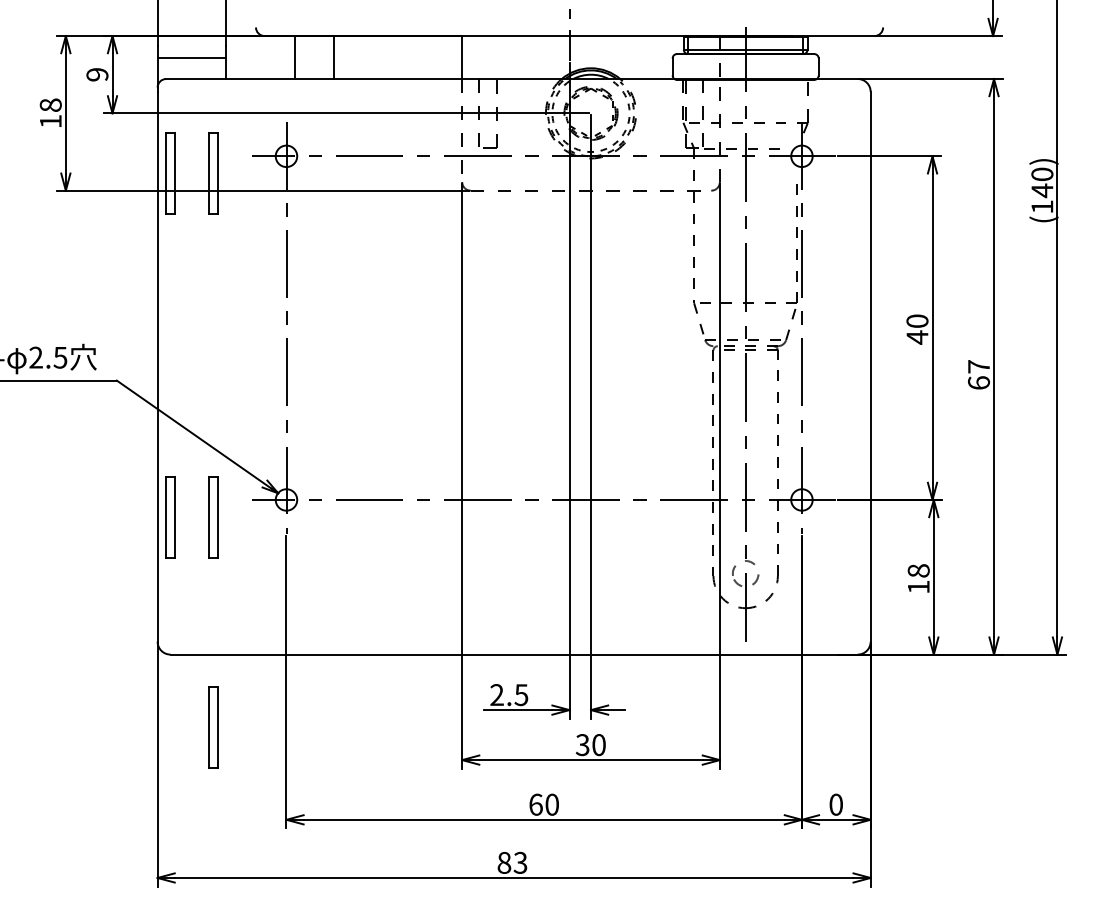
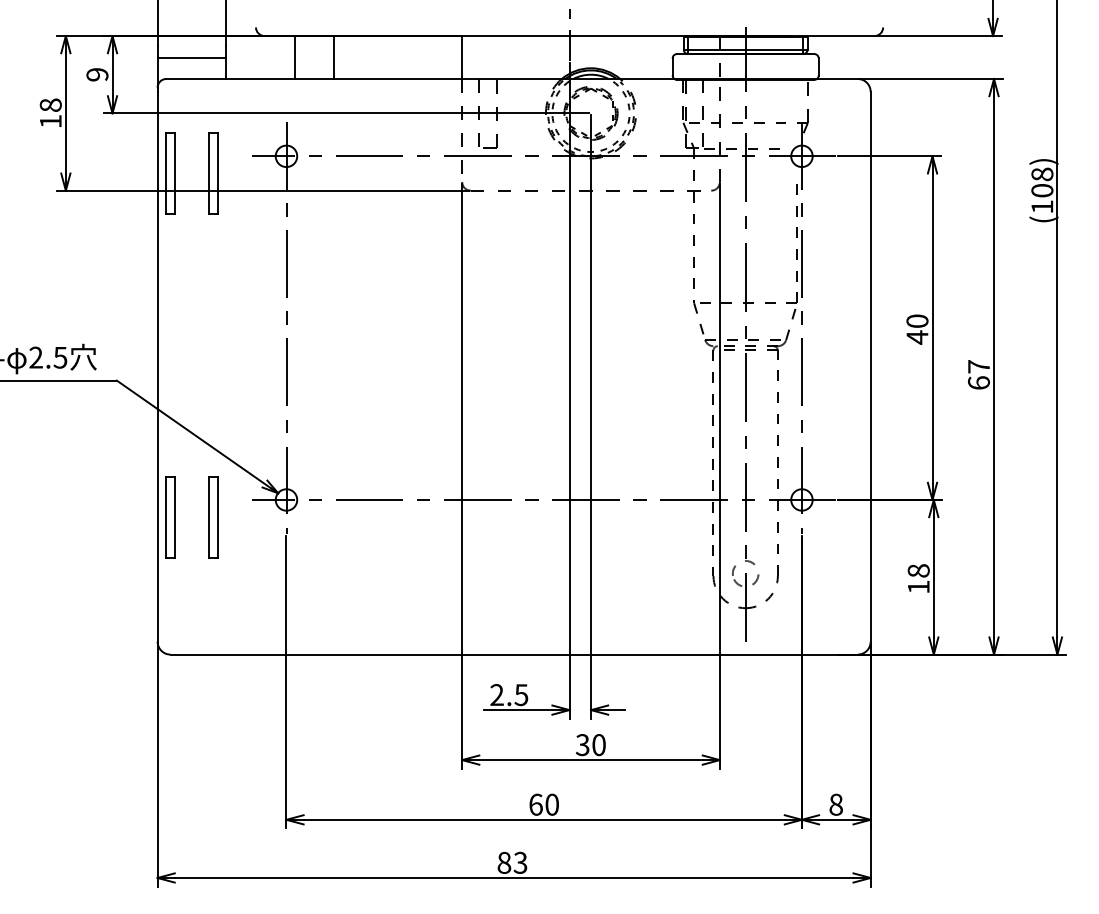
text at (1042, 182): (140) -> (108)
part at (213, 727): present -> none
text at (835, 804): 0 -> 8
